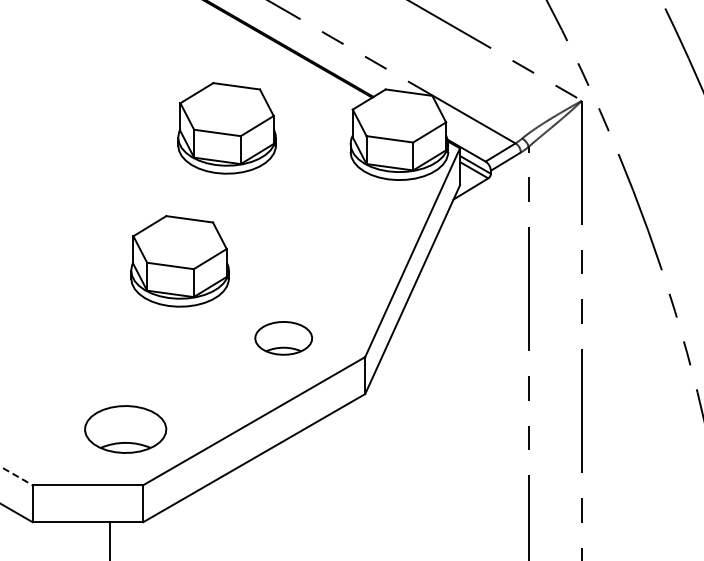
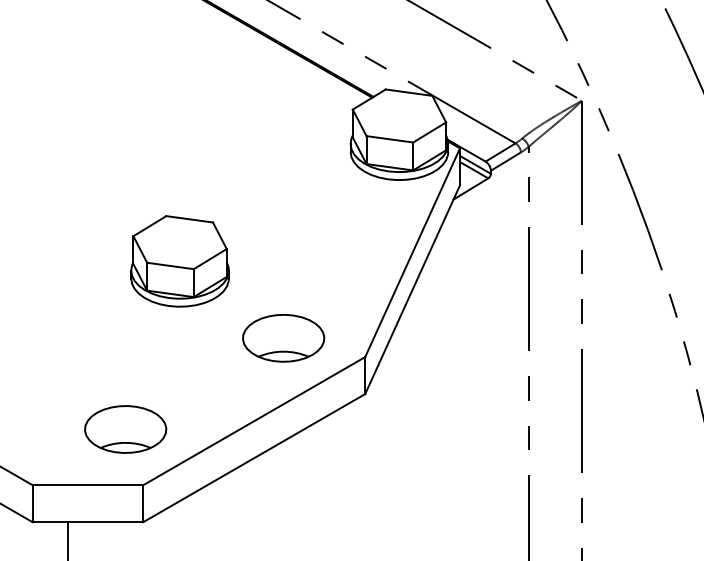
part at (226, 128): present -> none
part at (283, 338) size: 60x35 px -> 84x49 px
line at (16, 475): dashed -> solid
line at (110, 539) position: (110, 539) -> (68, 539)
